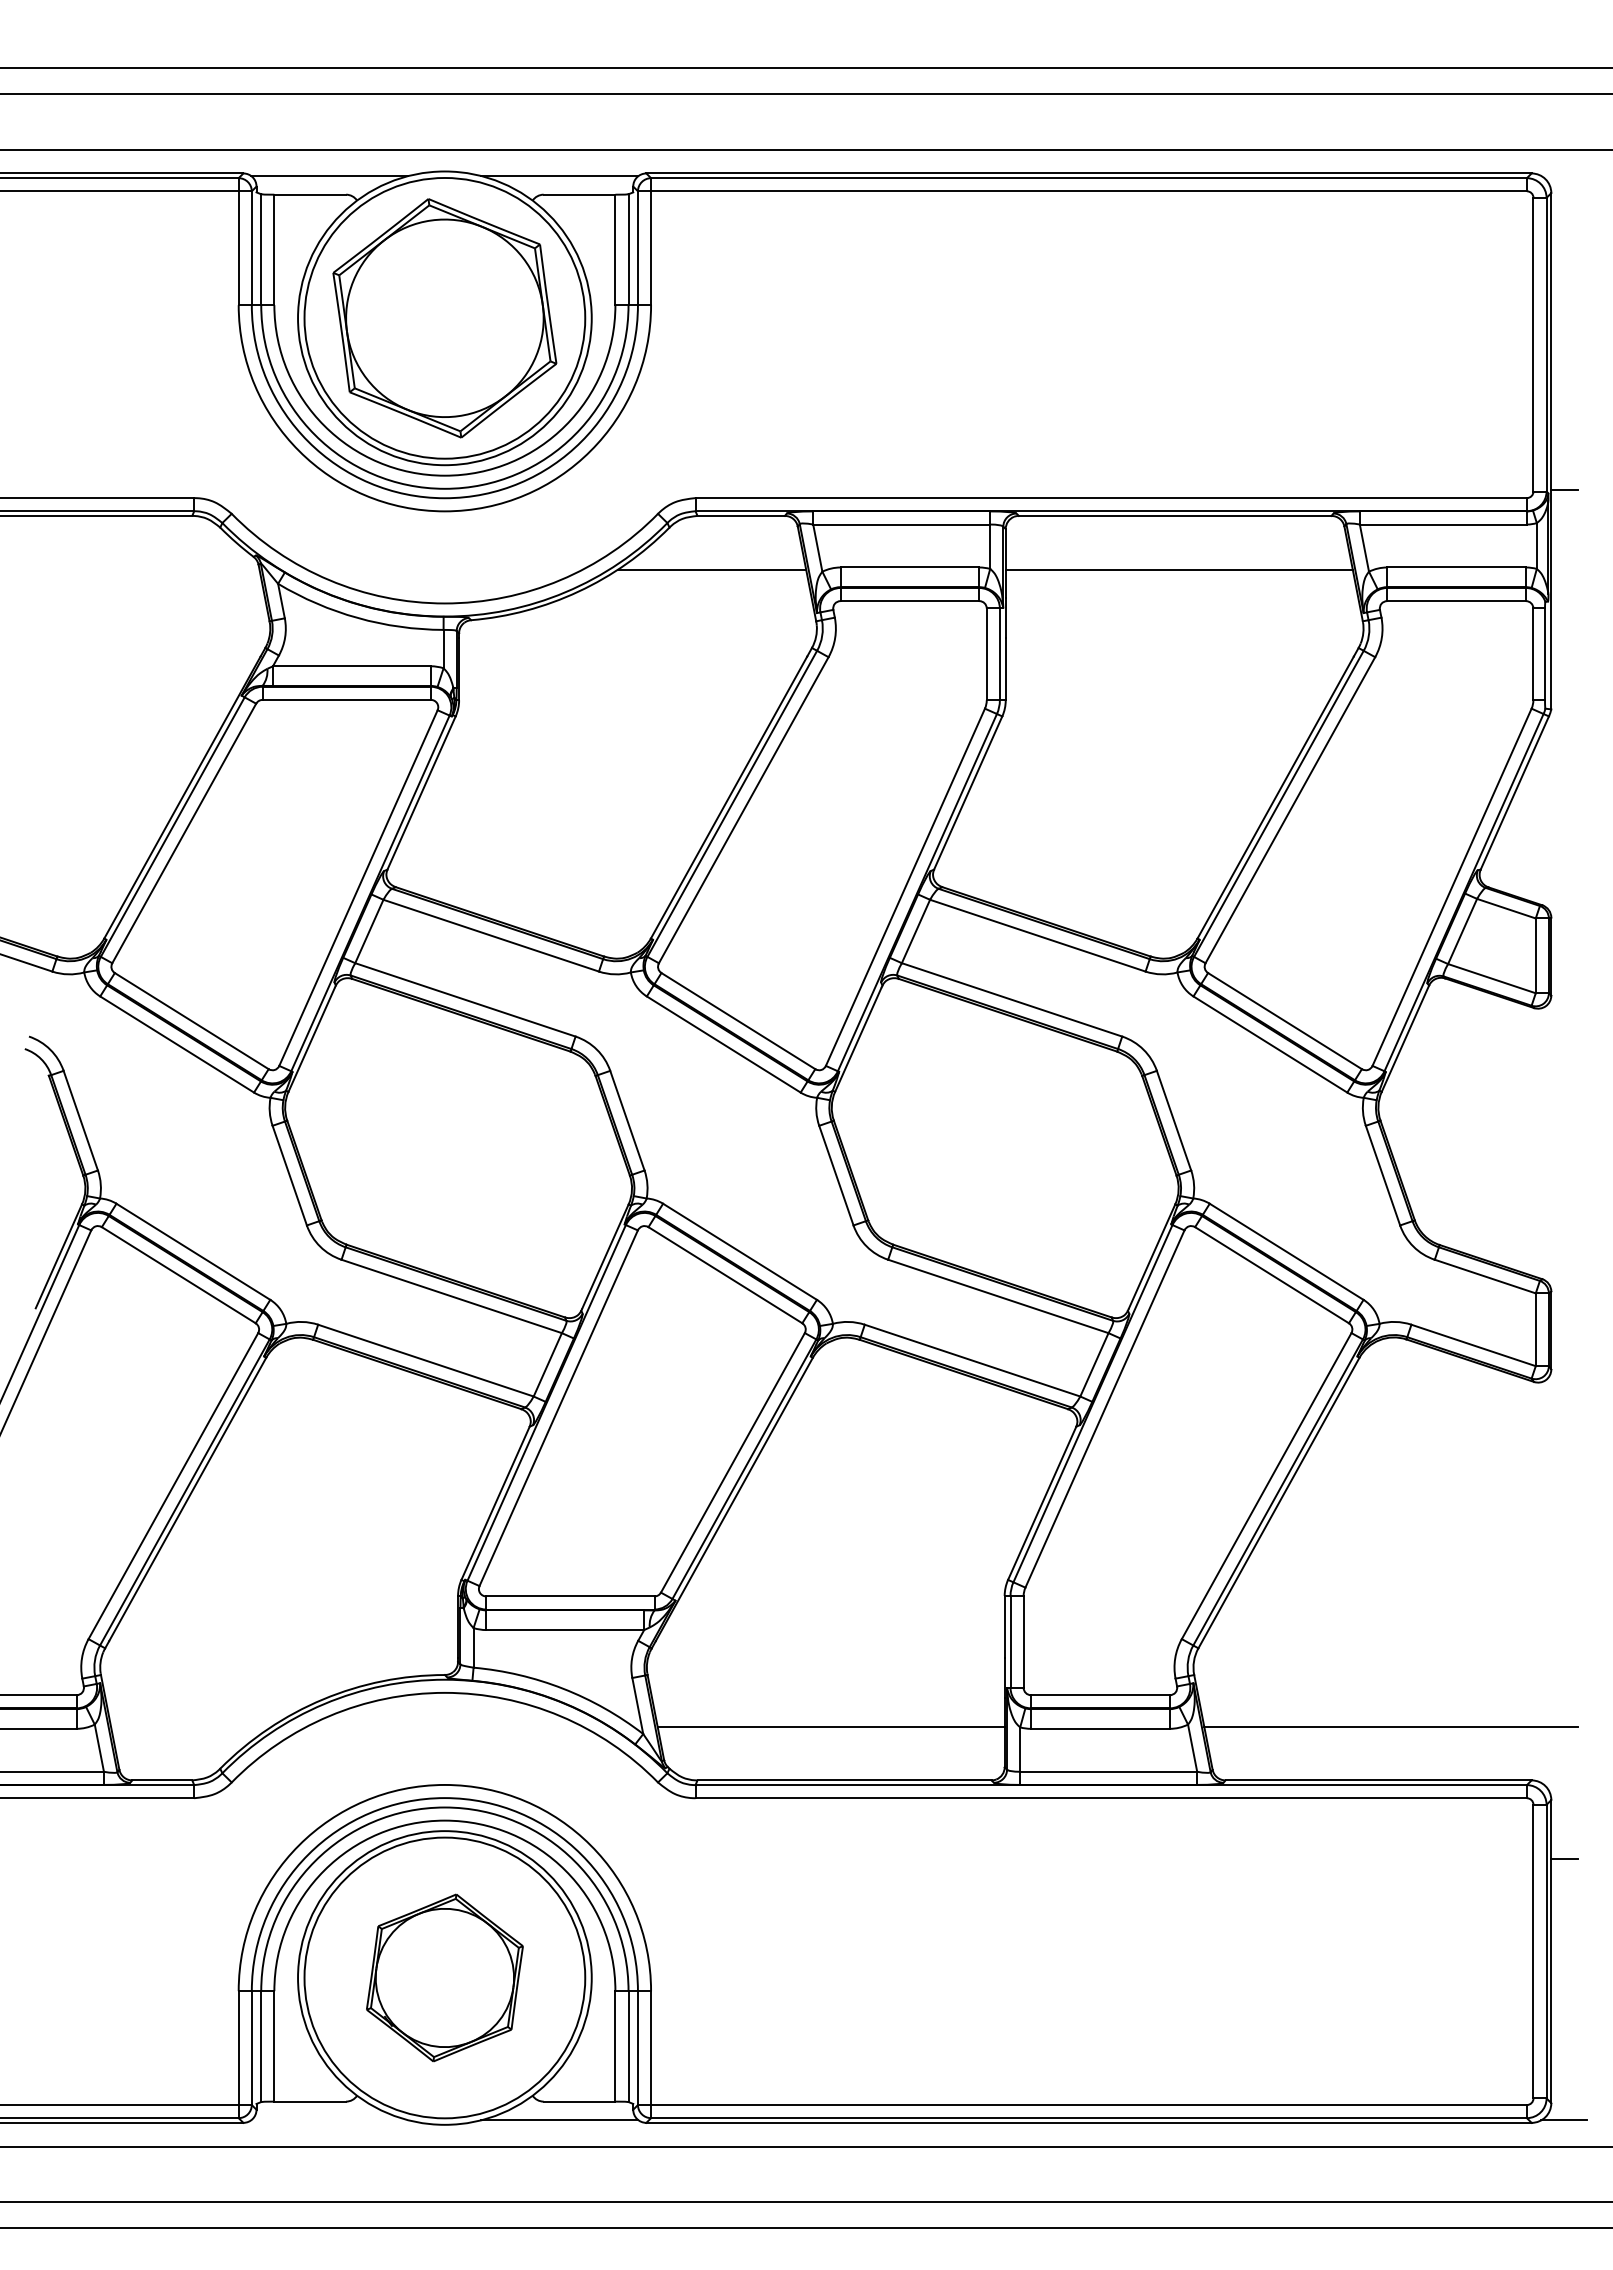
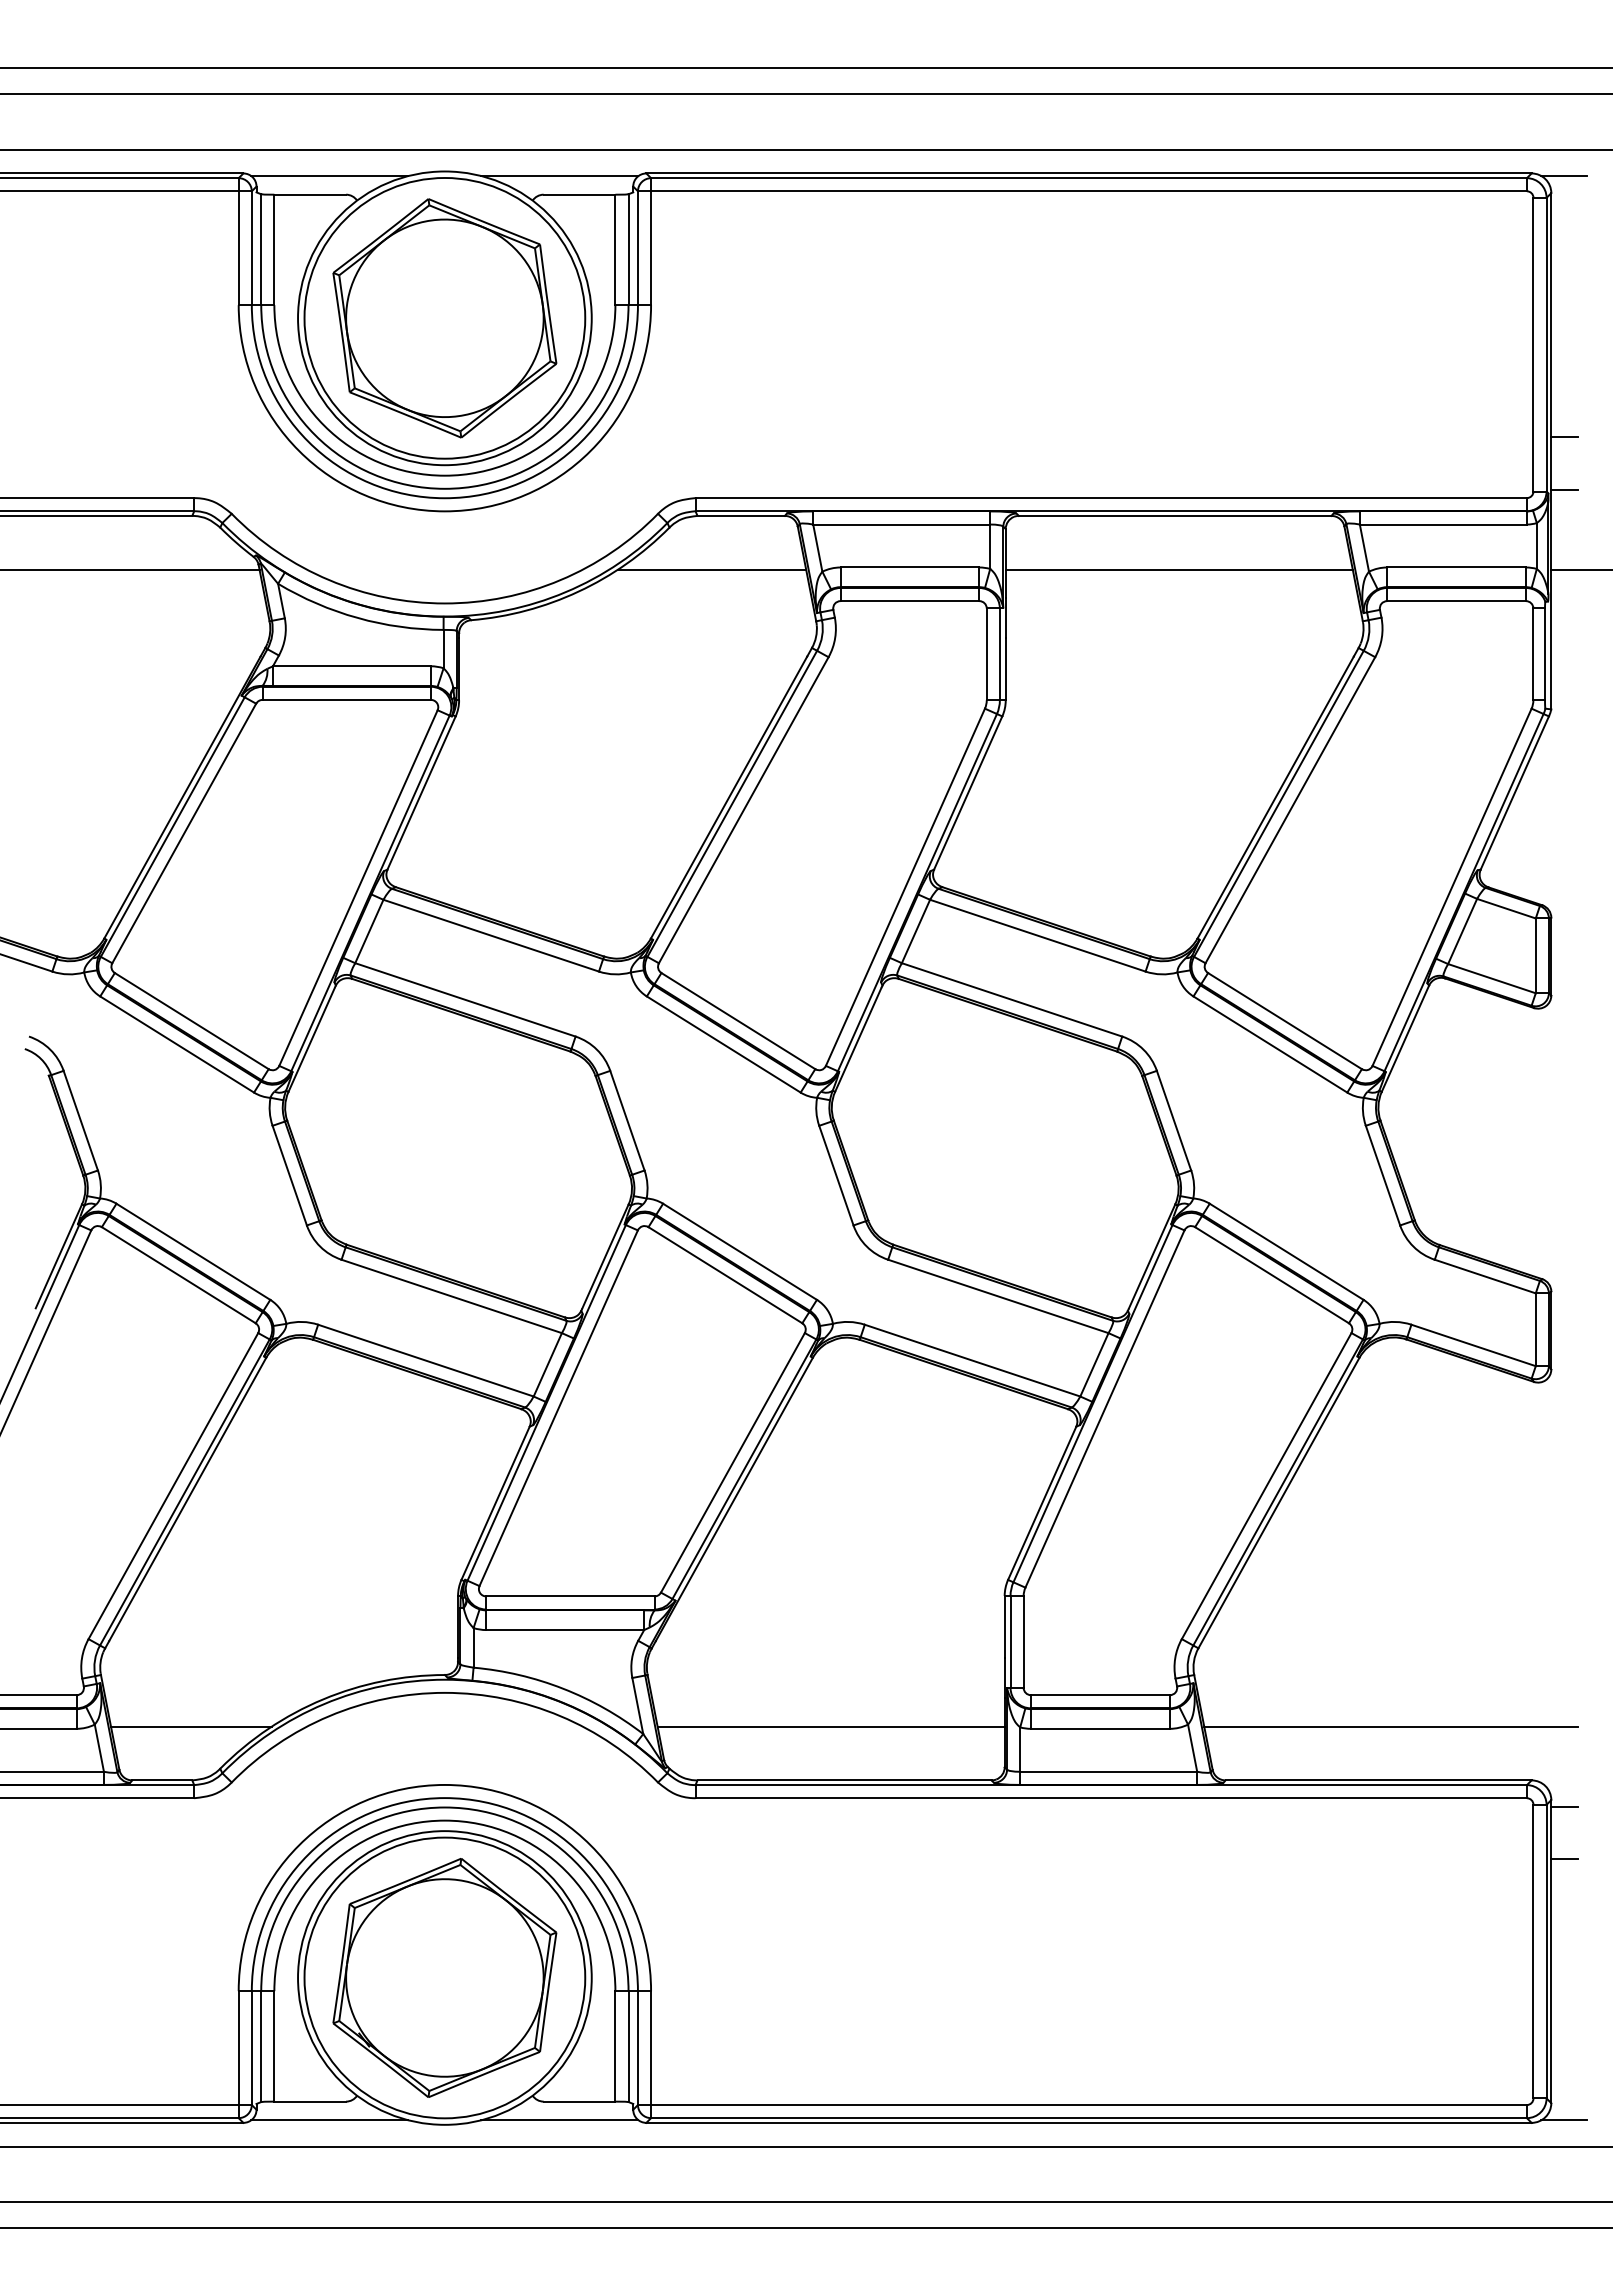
line at (1564, 176): none -> present
line at (1564, 436): none -> present
line at (130, 569): none -> present
line at (1580, 569): none -> present
line at (191, 1726): none -> present
line at (1564, 1806): none -> present
part at (444, 1977) size: 158x170 px -> 226x240 px
line at (329, 2120): none -> present
